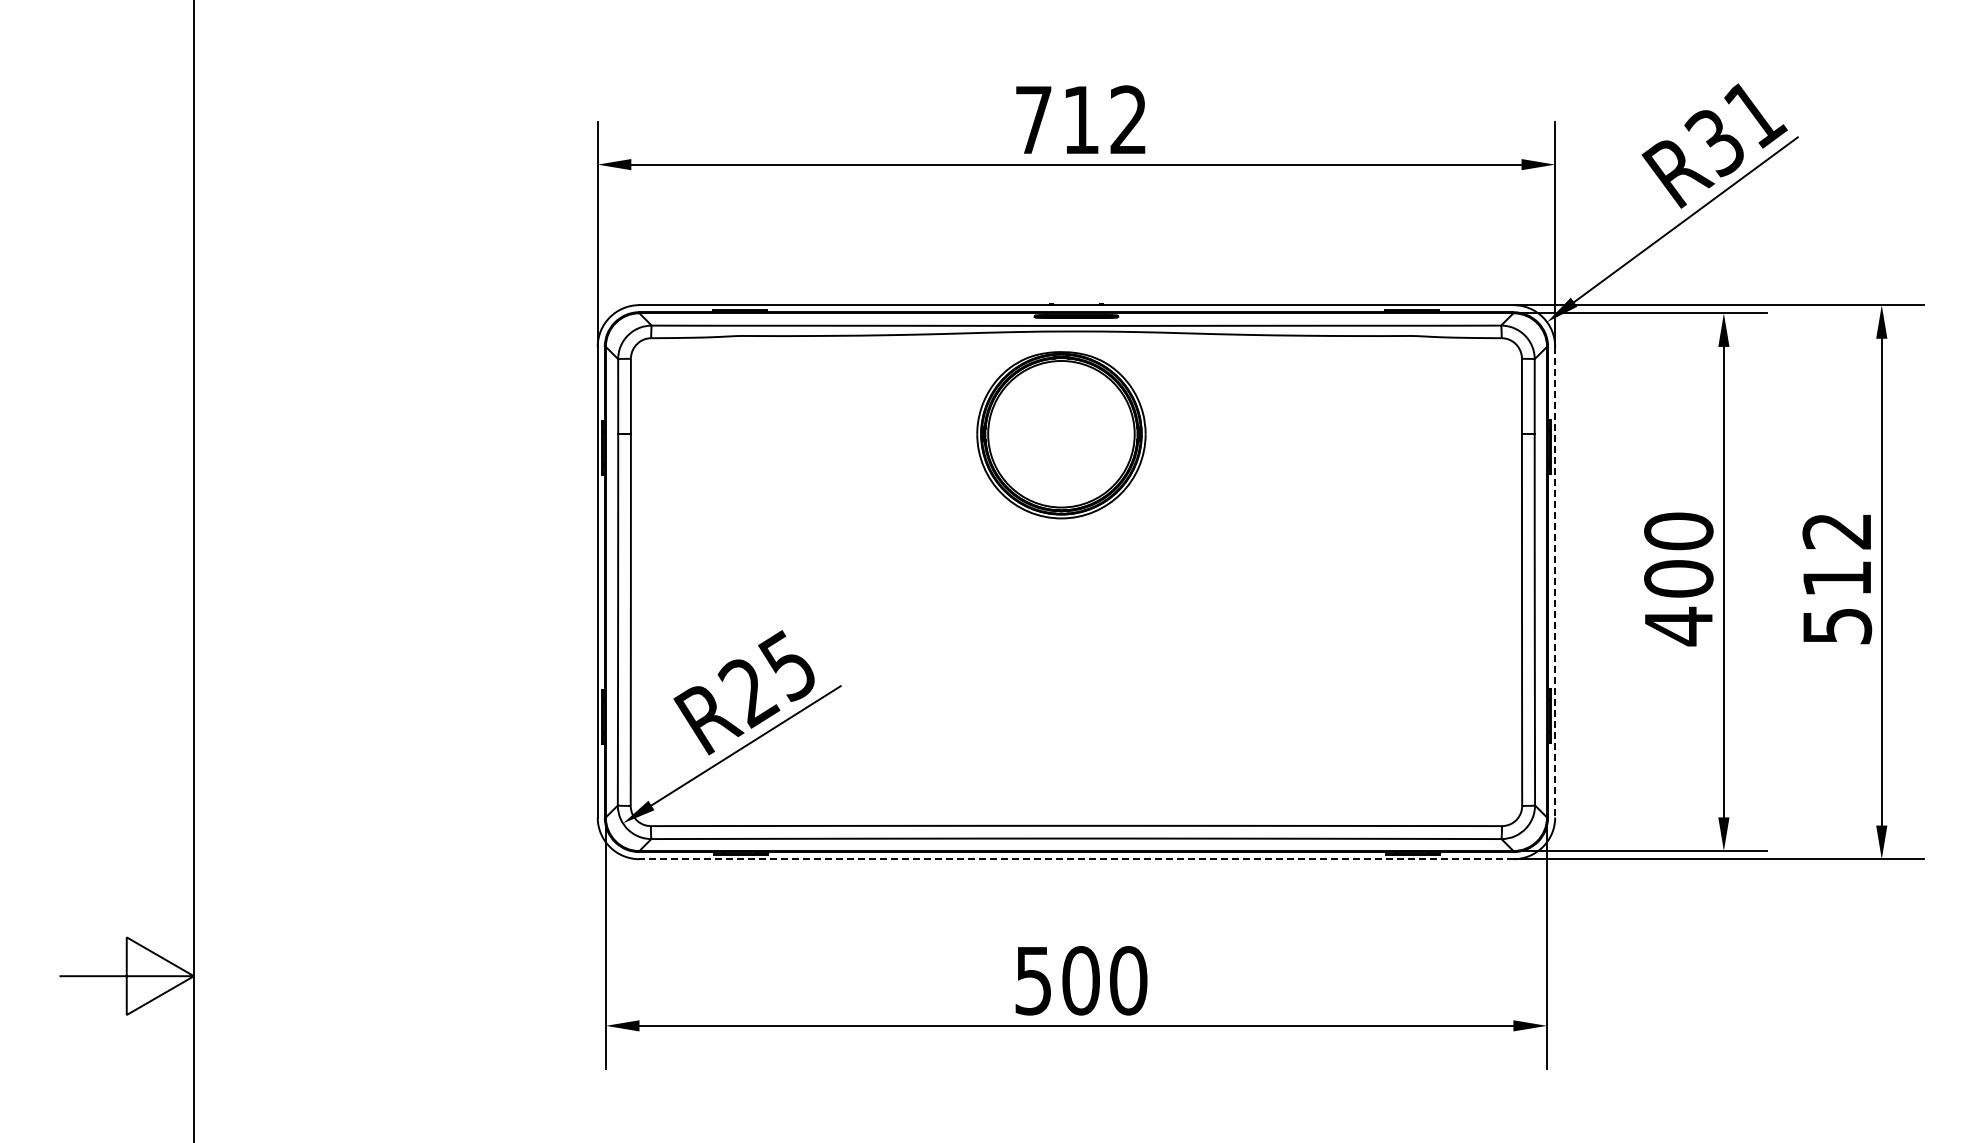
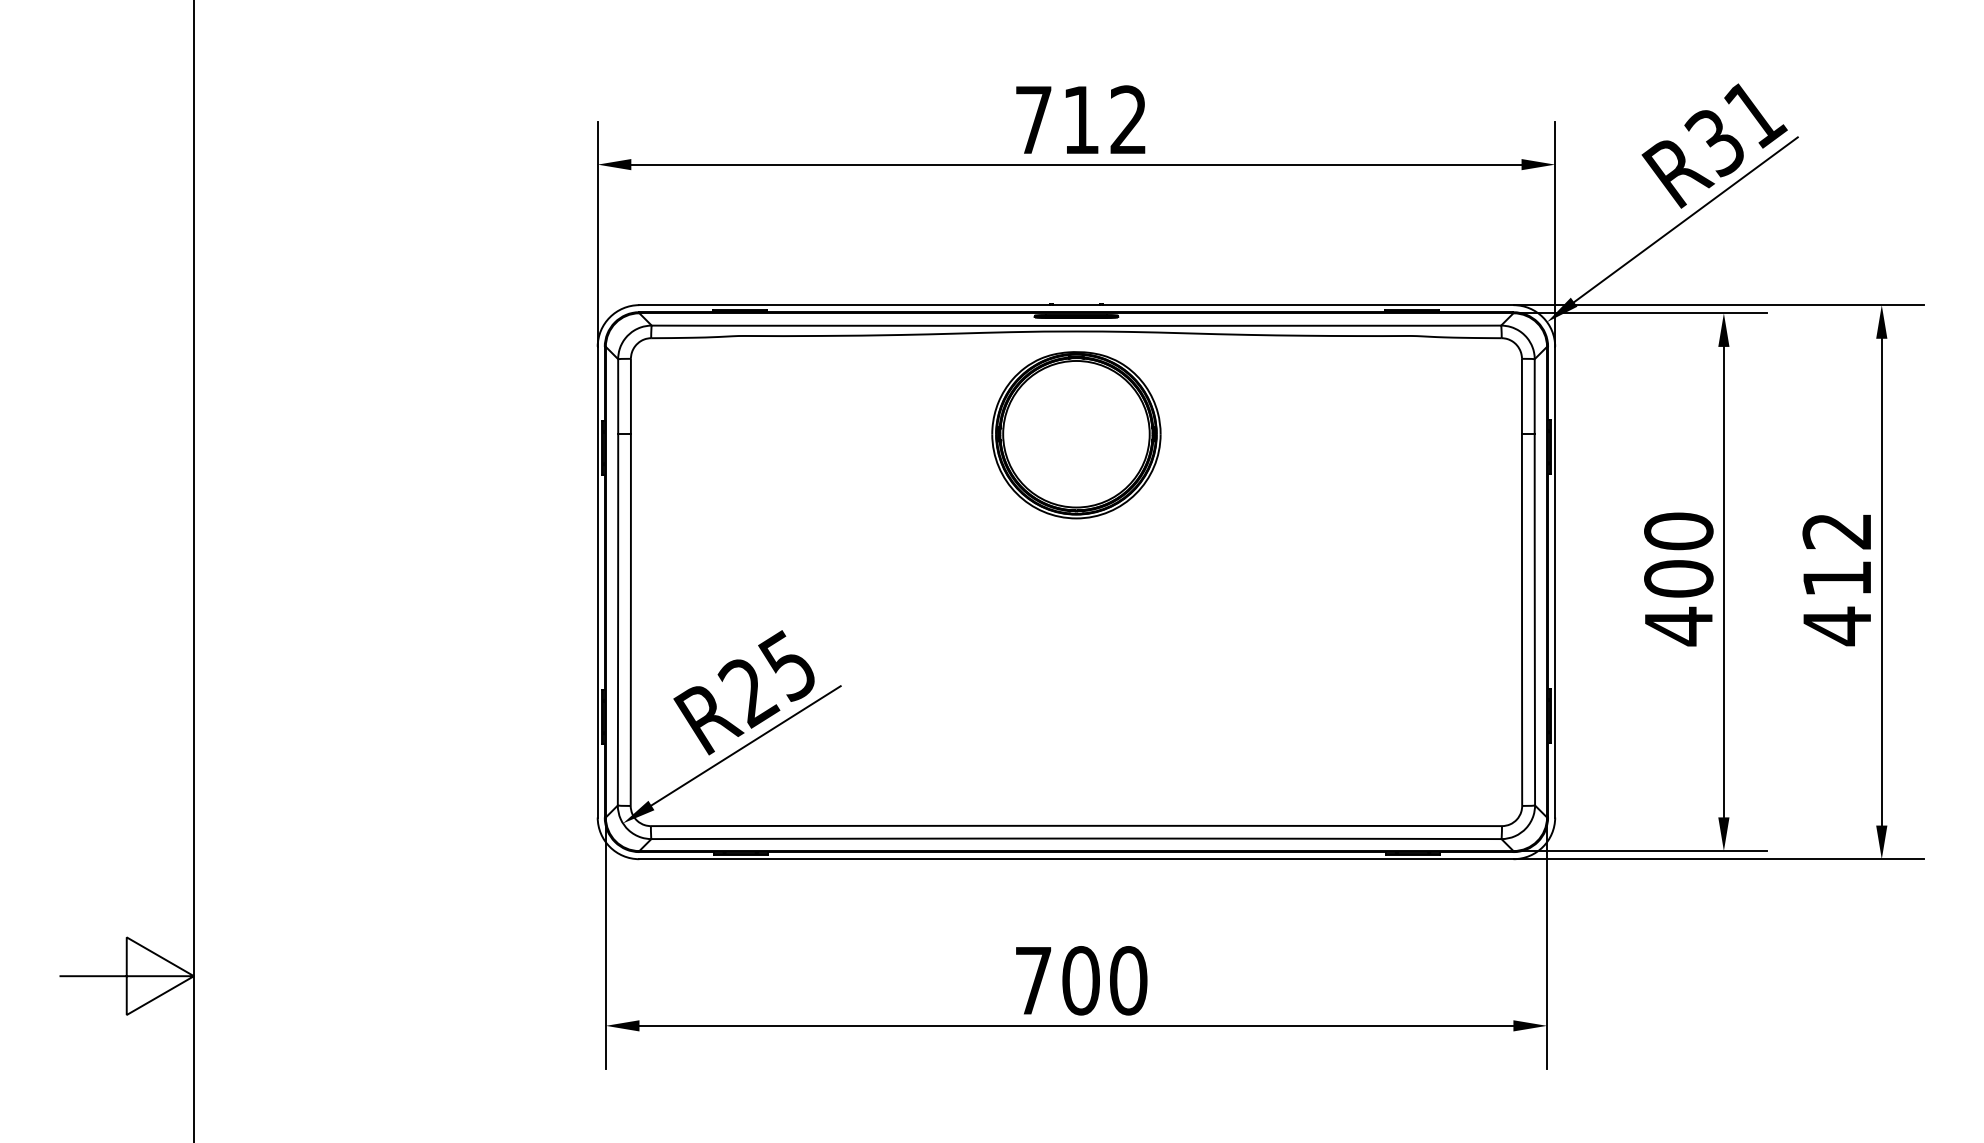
part at (1061, 435) position: (1061, 435) -> (1076, 435)
line at (1555, 582): dashed -> solid
text at (1837, 626): 512 -> 412
line at (1075, 859): dashed -> solid
text at (1033, 981): 500 -> 700
